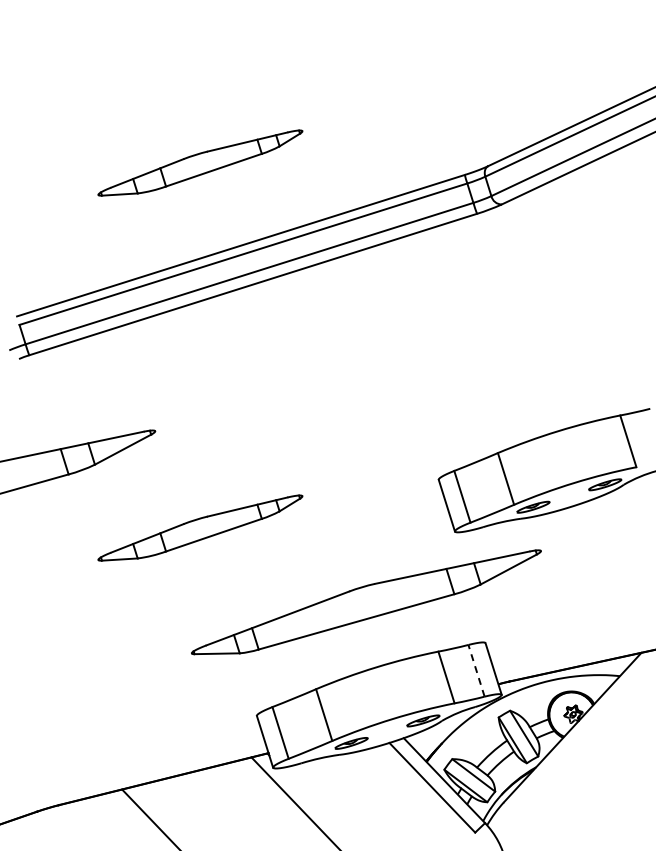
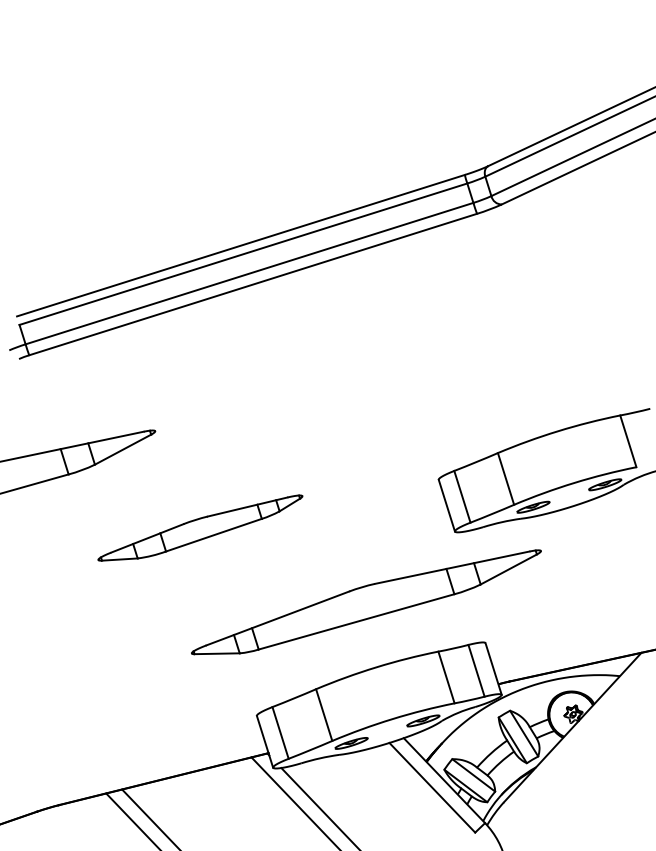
part at (200, 162): present -> none
line at (476, 670): dashed -> solid
line at (319, 807): none -> present
line at (132, 820): none -> present
